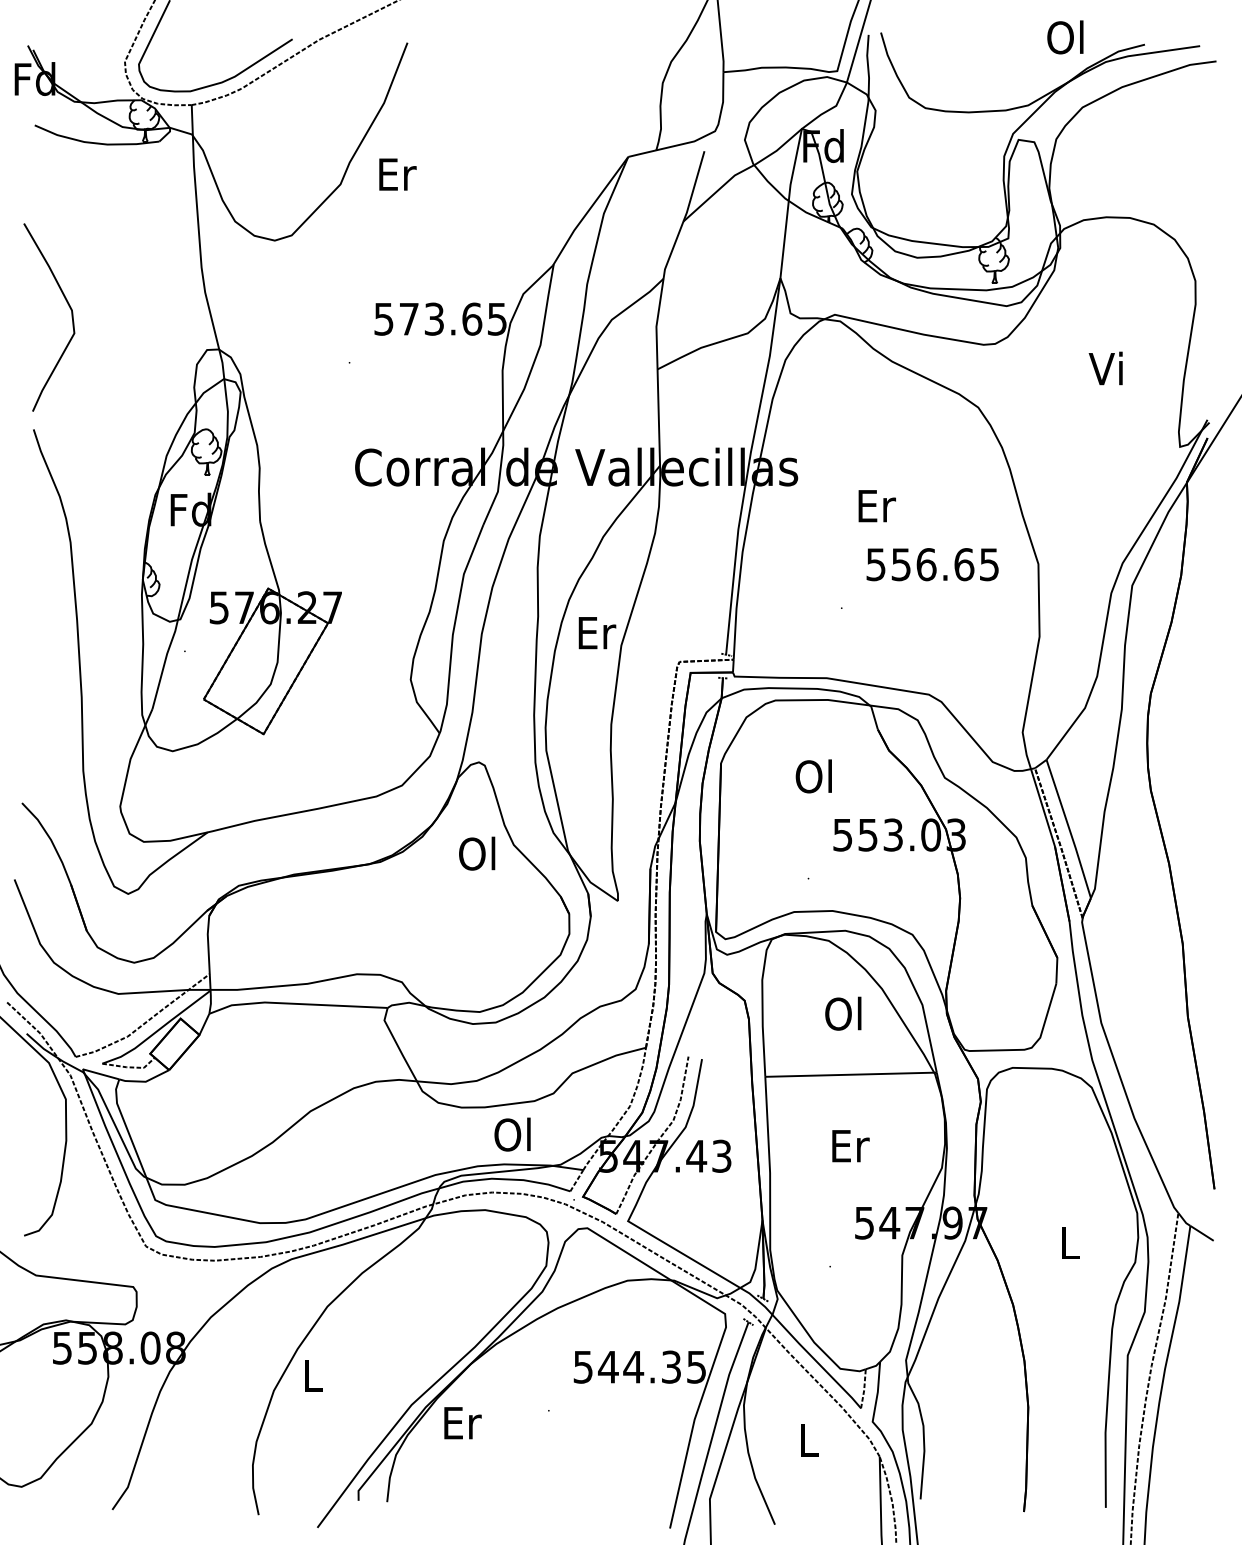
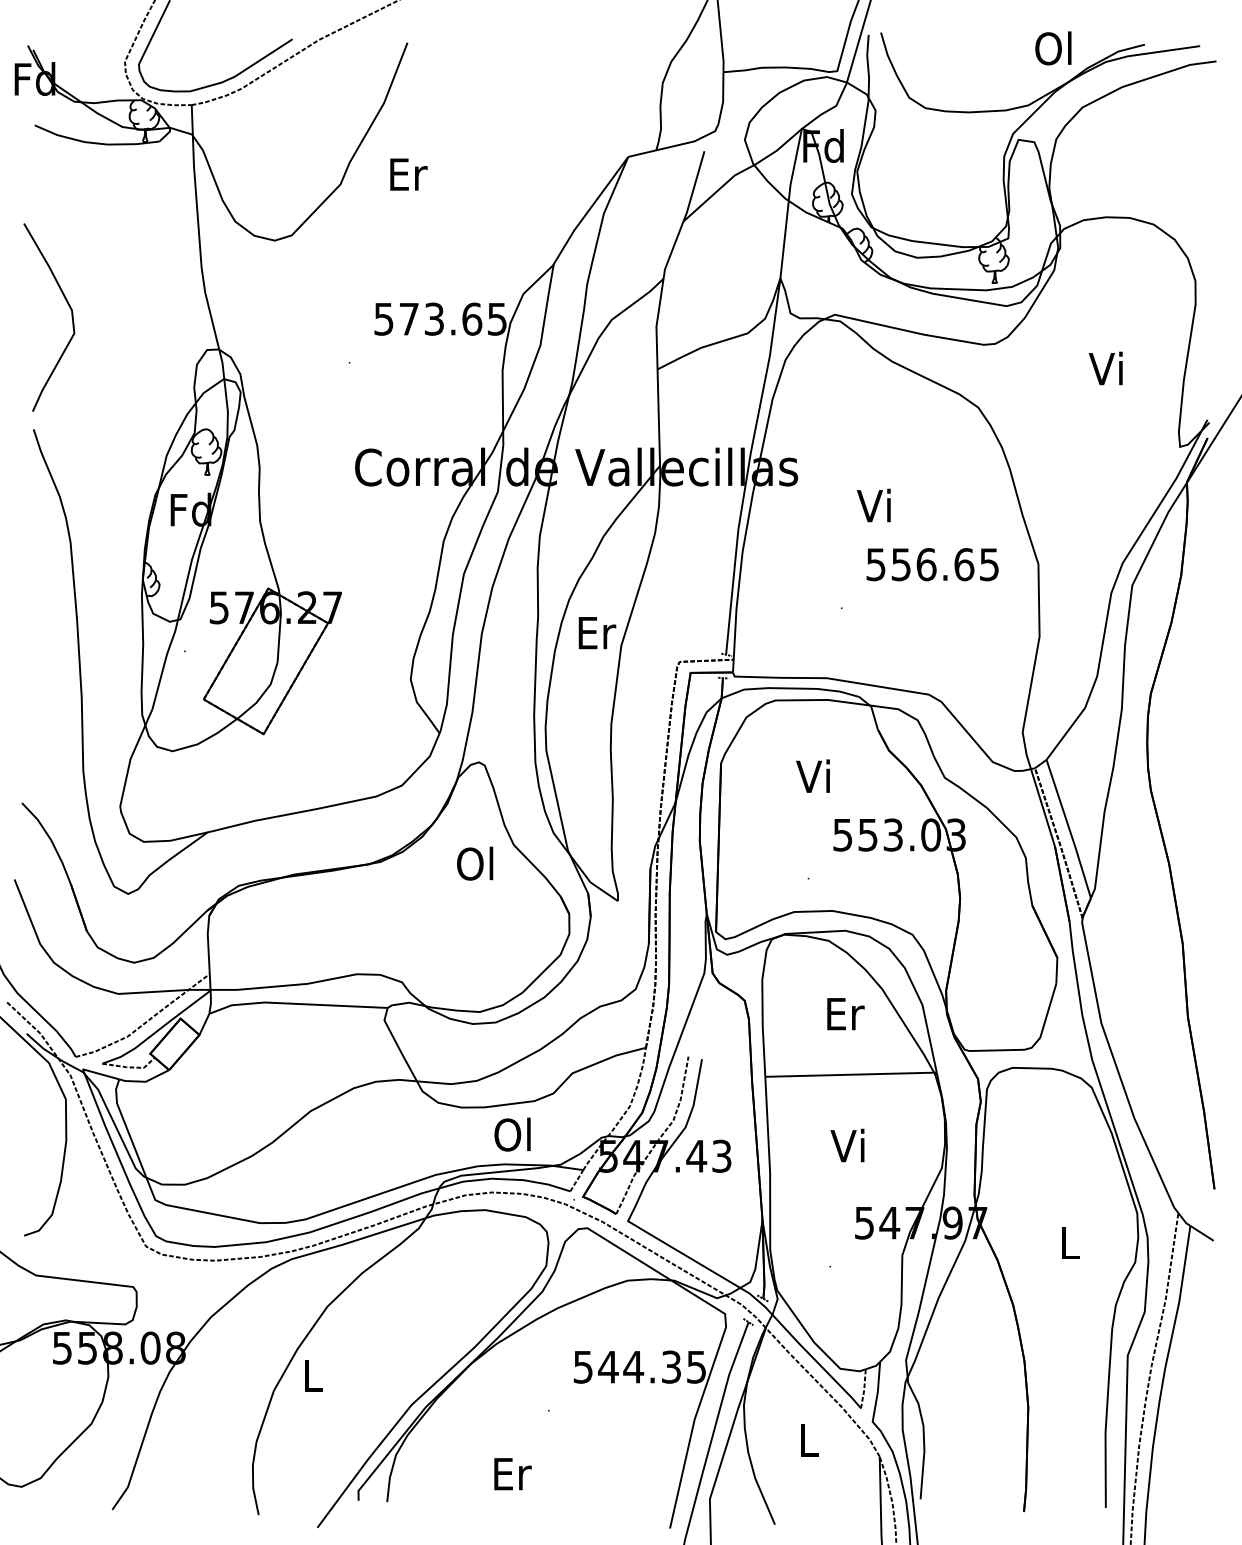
text at (1065, 37) position: (1065, 37) -> (1053, 48)
text at (397, 174) position: (397, 174) -> (408, 174)
text at (875, 505): Er -> Vi
text at (813, 776): Ol -> Vi
text at (477, 853) position: (477, 853) -> (475, 863)
text at (844, 1013): Ol -> Er
text at (849, 1145): Er -> Vi
text at (462, 1423) position: (462, 1423) -> (512, 1474)
